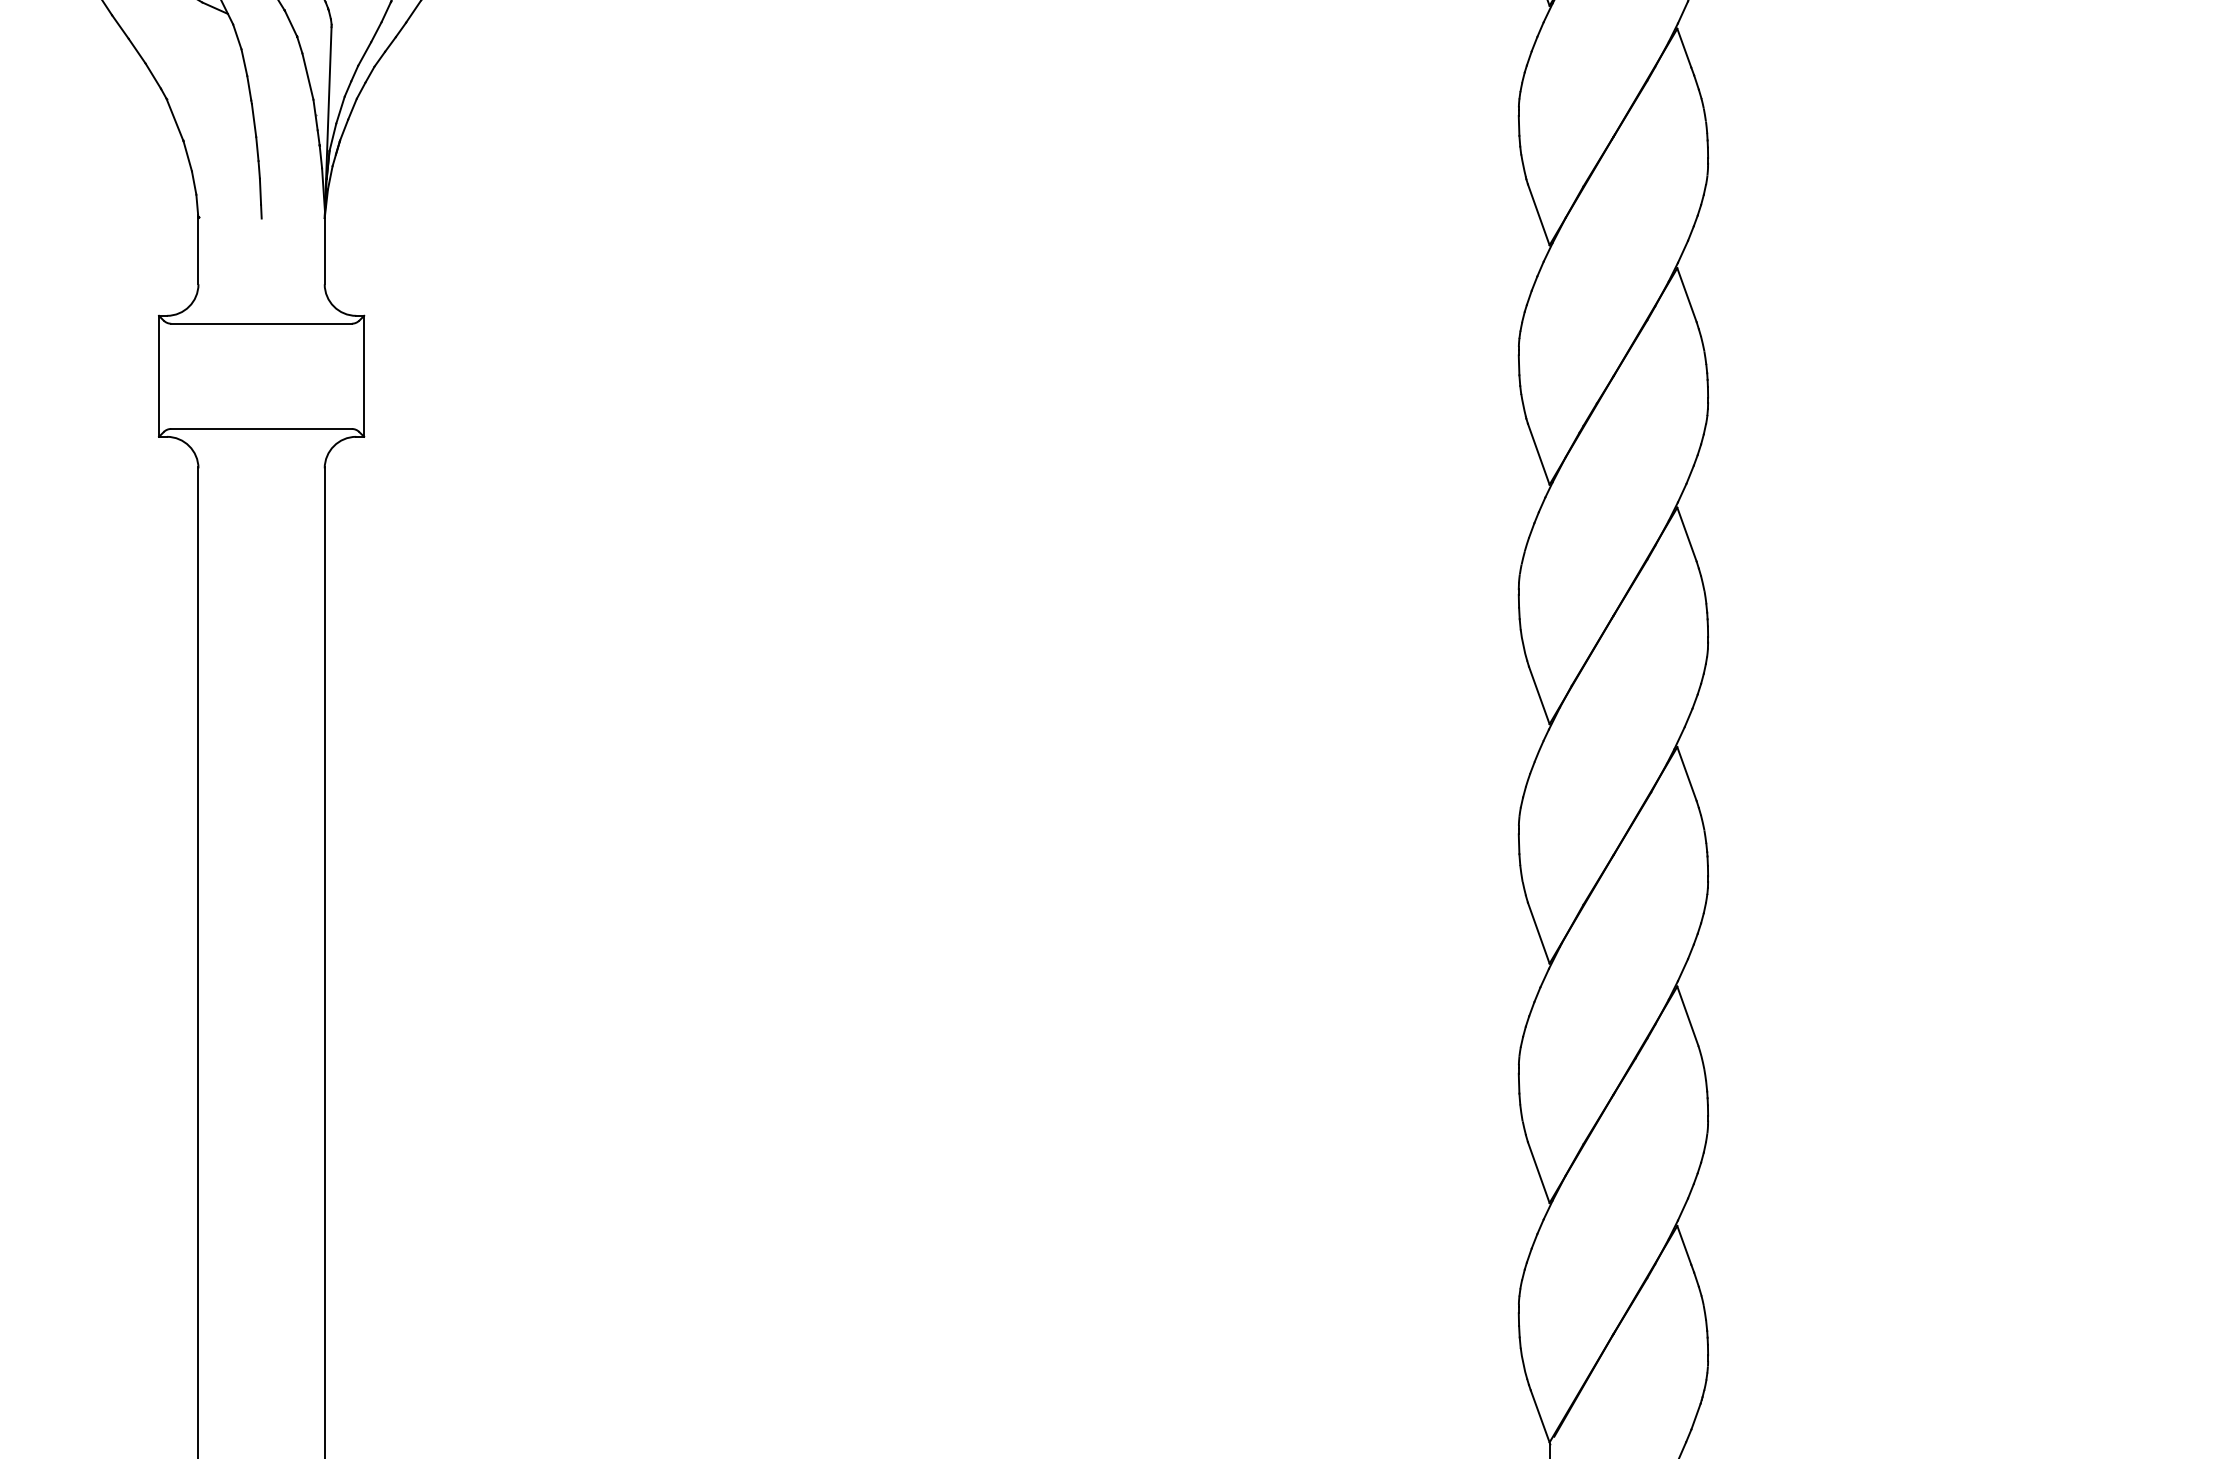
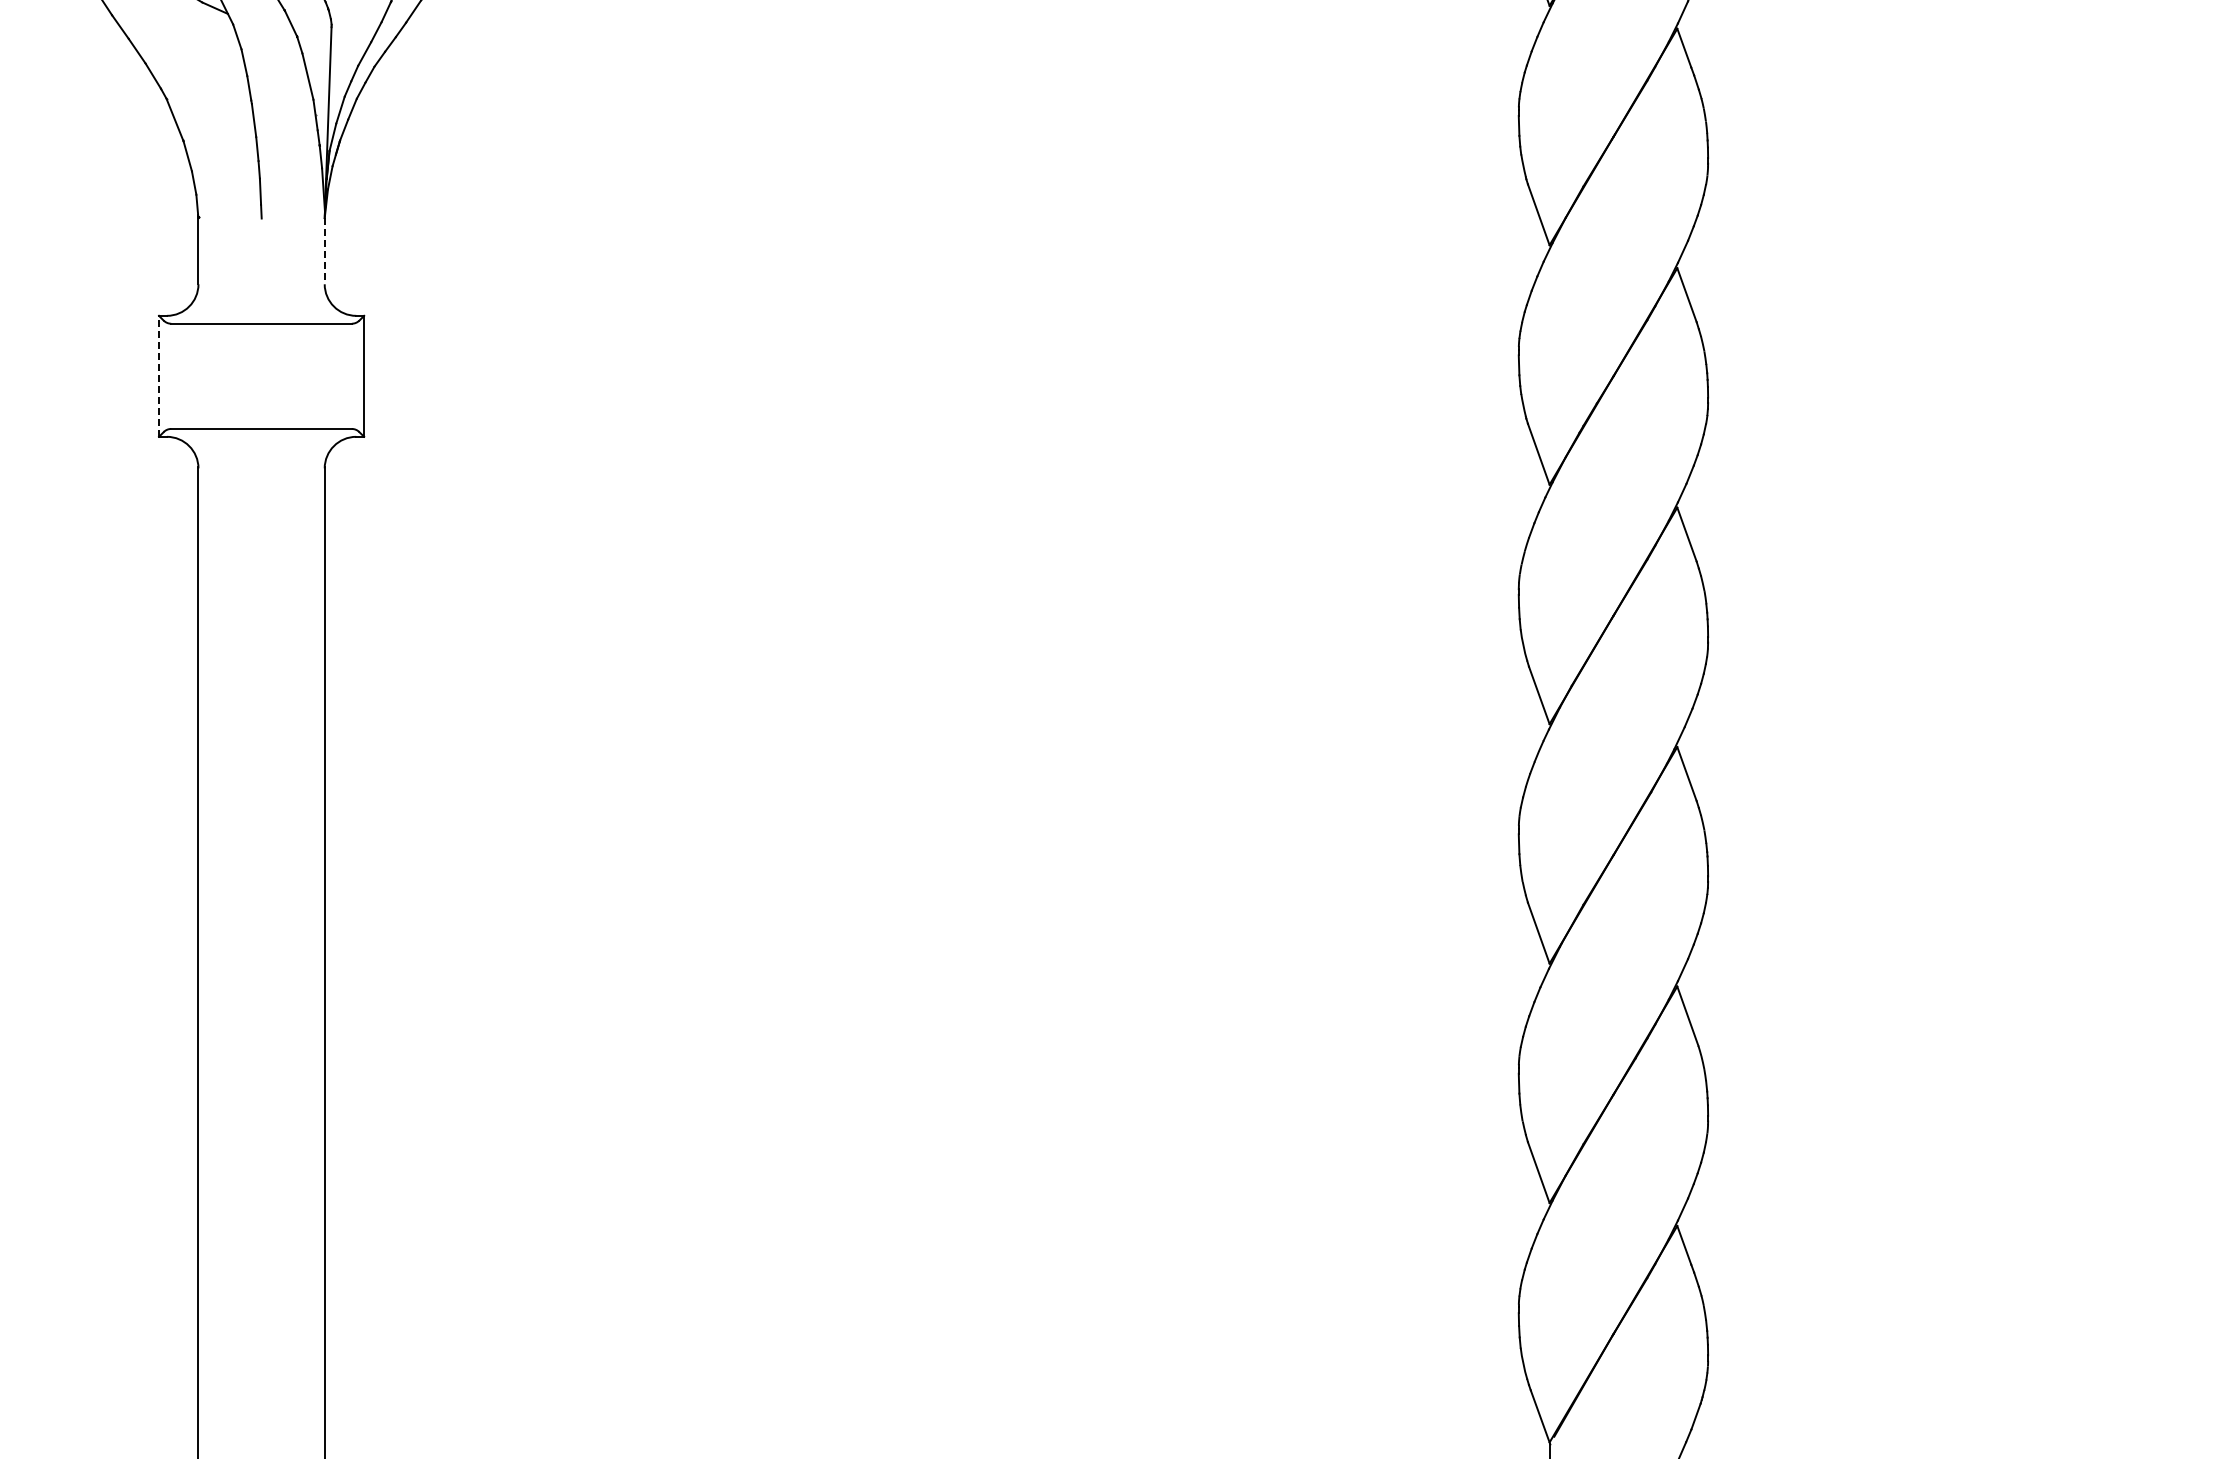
line at (324, 251): solid -> dashed
line at (159, 375): solid -> dashed
